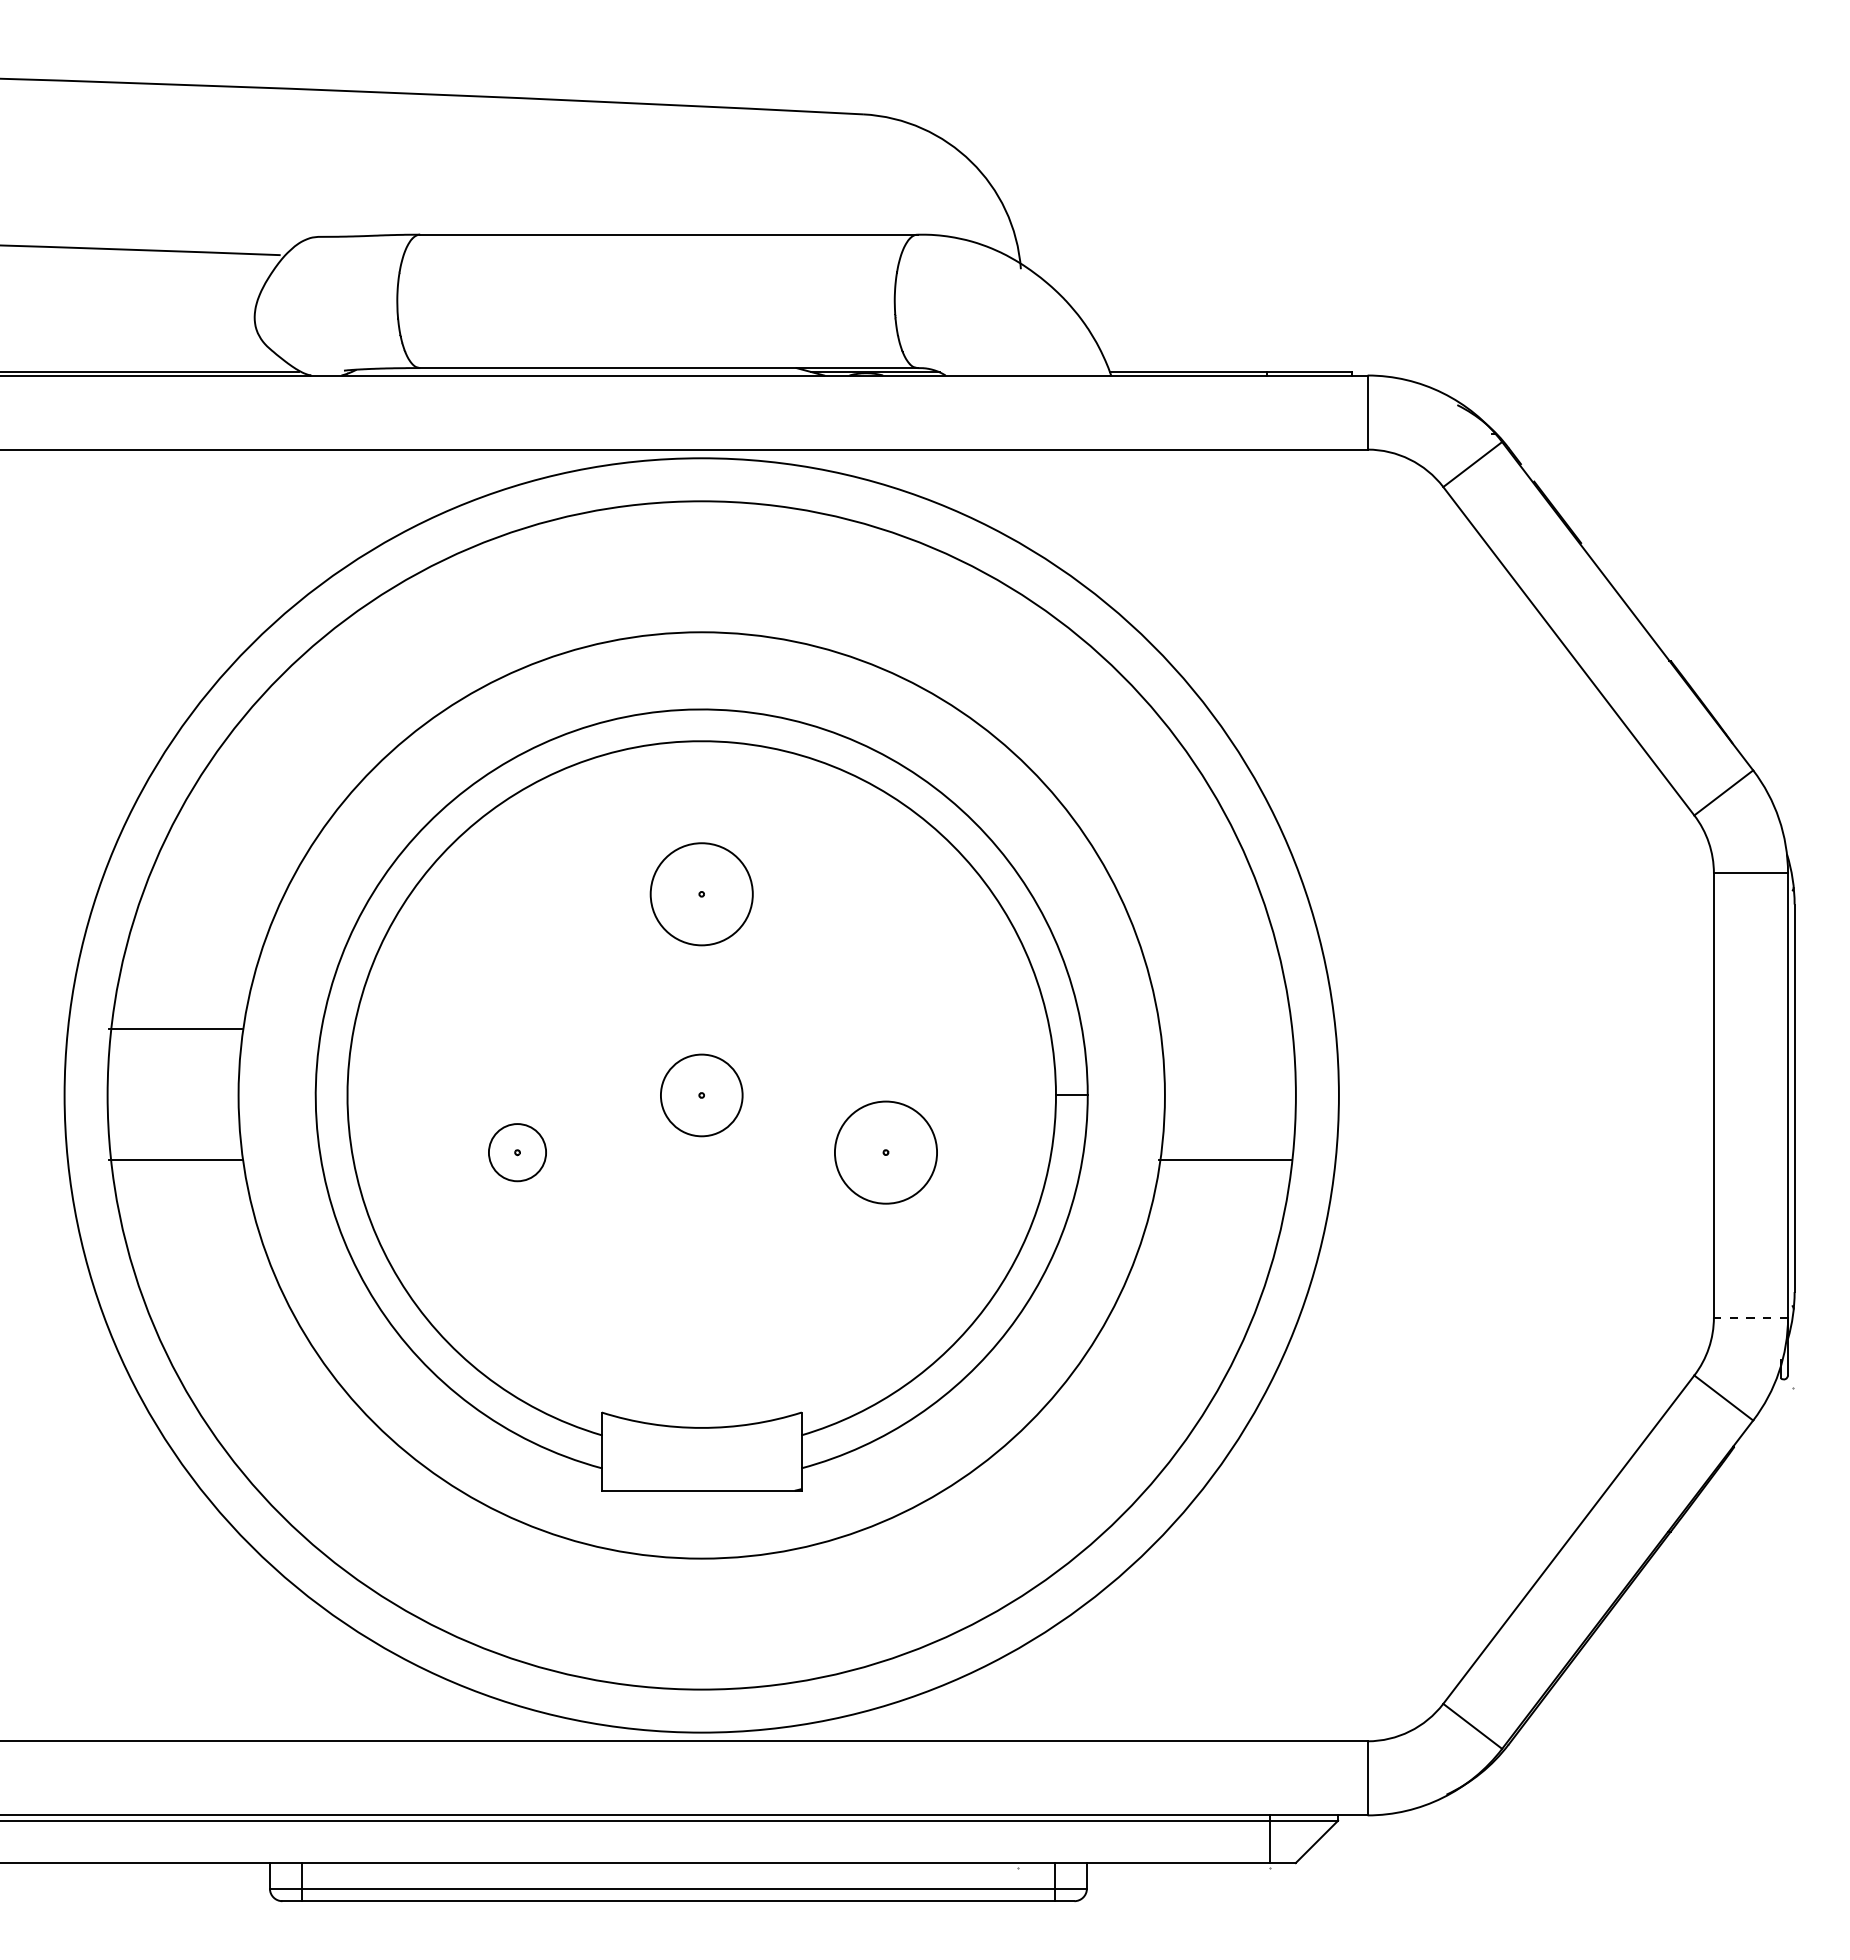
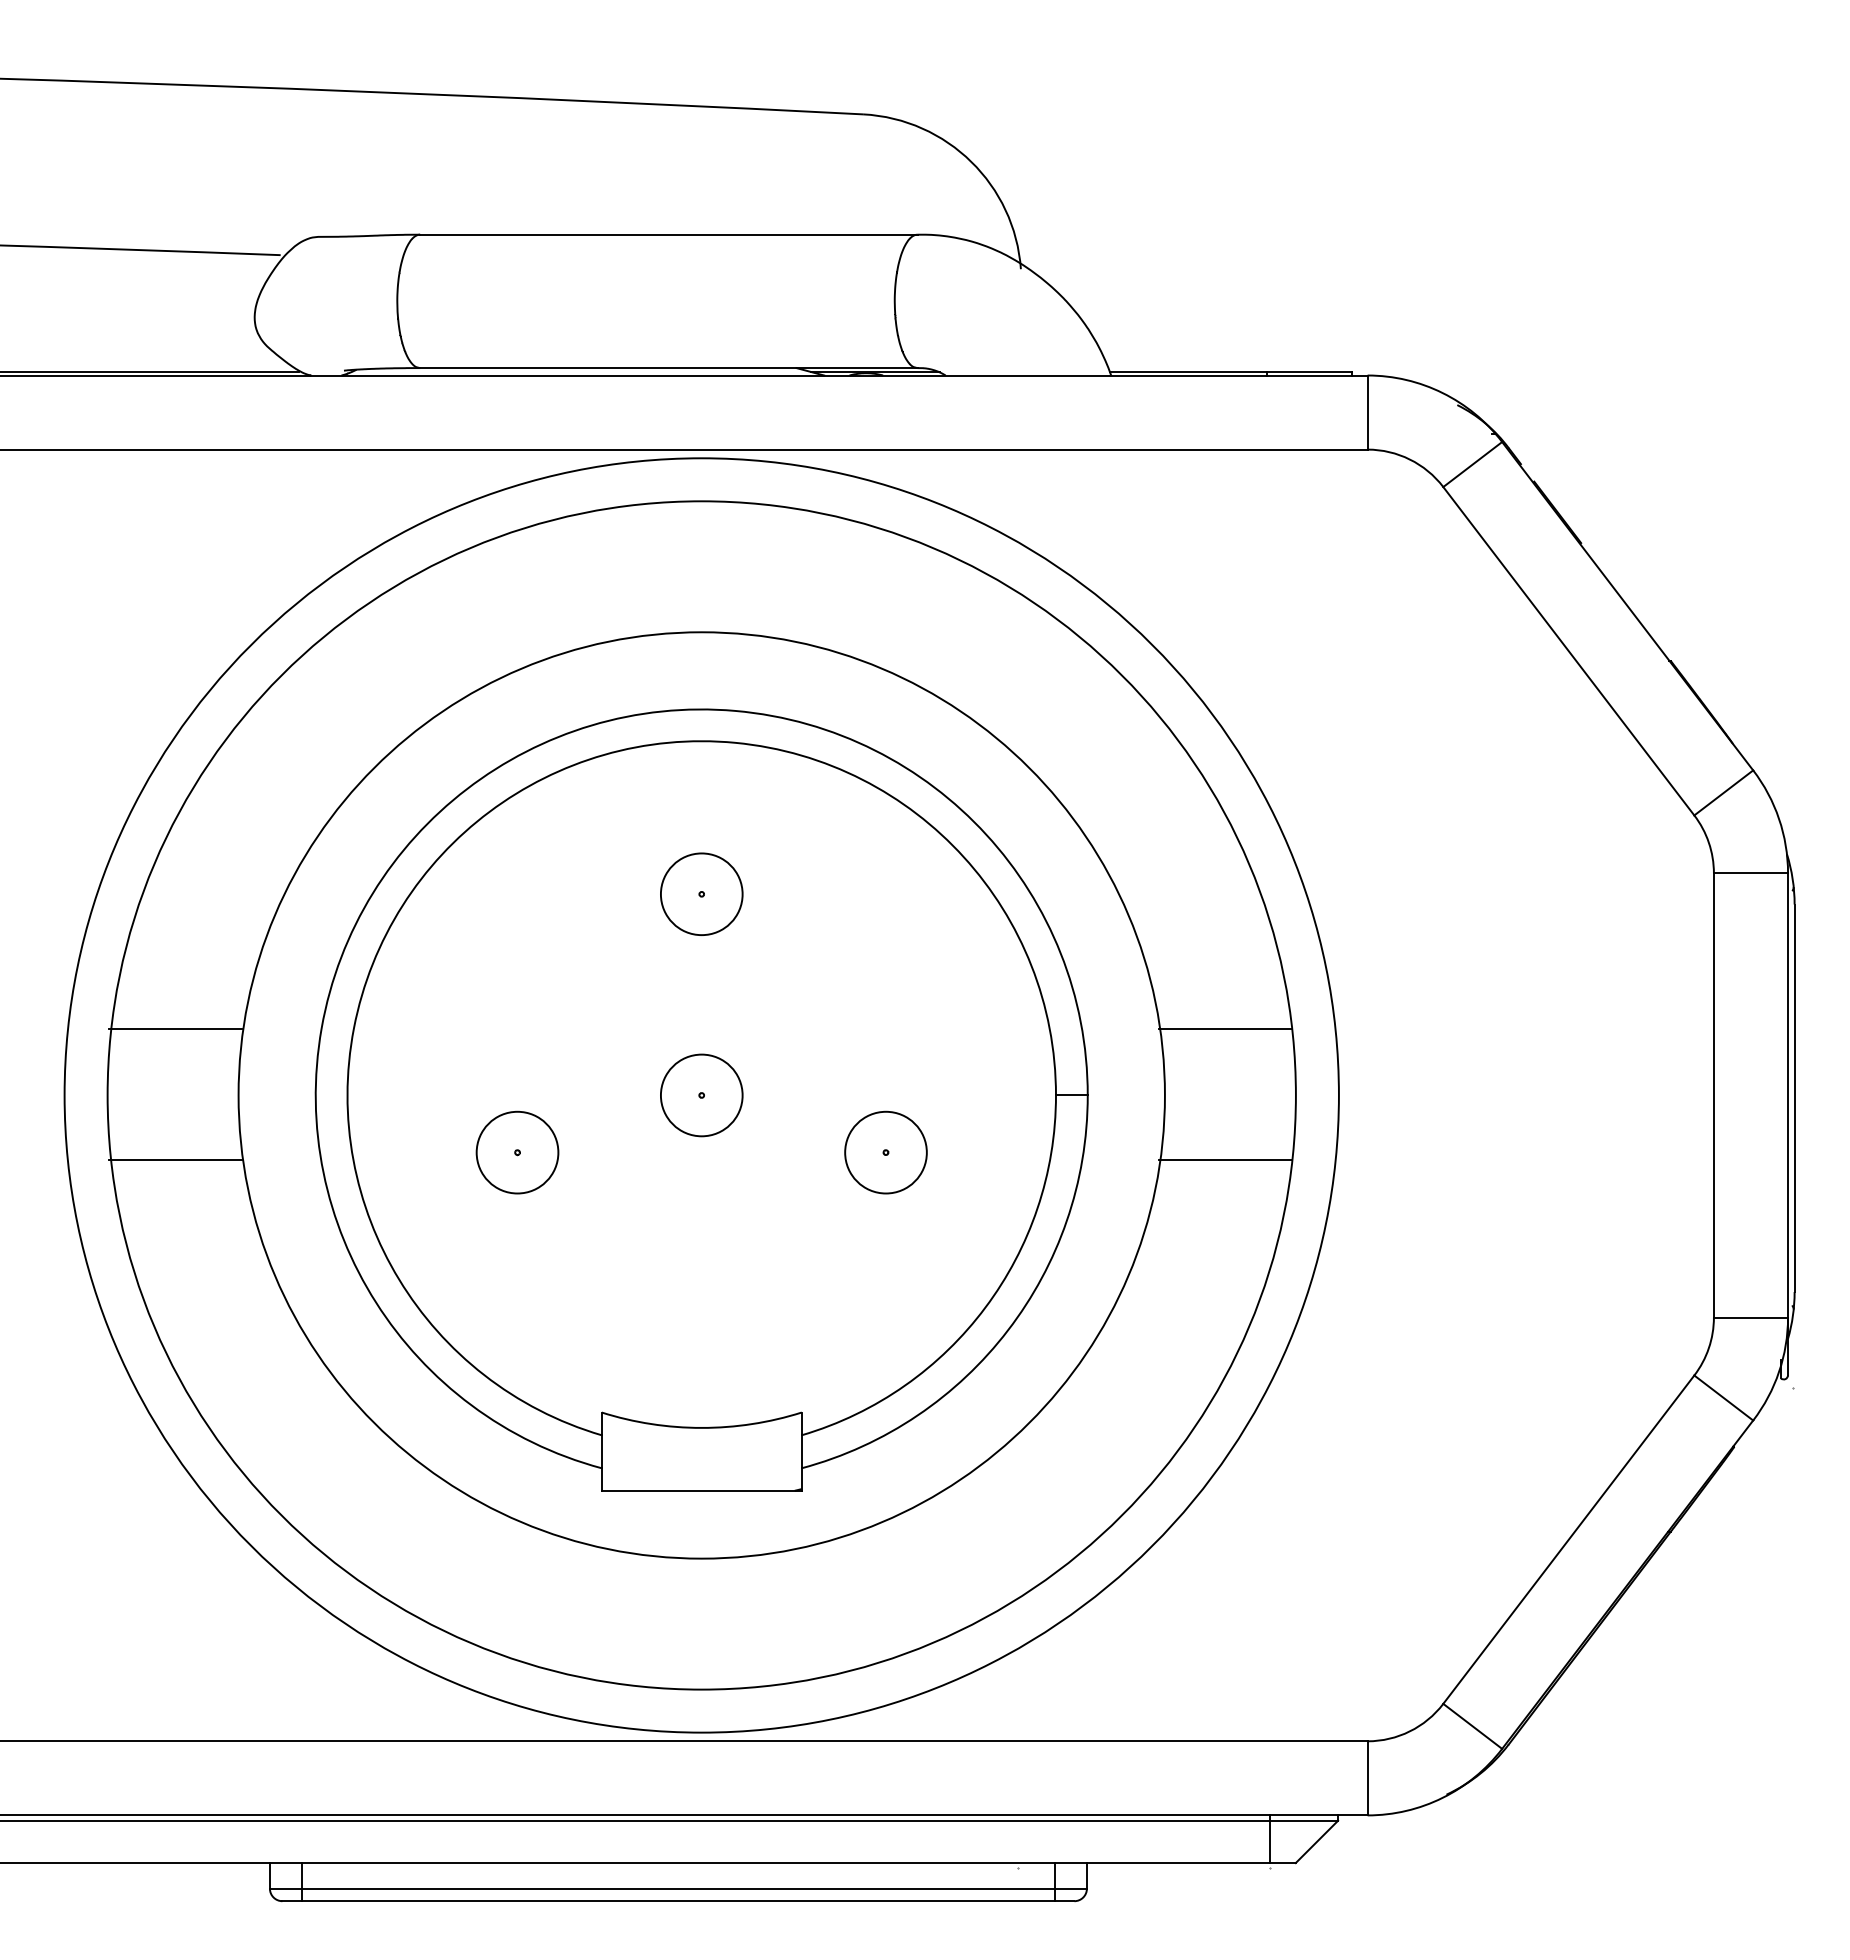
circle at (701, 894) diameter: 102 px -> 82 px
line at (1225, 1028): none -> present
circle at (517, 1152) diameter: 57 px -> 82 px
circle at (885, 1152) diameter: 102 px -> 82 px
line at (1750, 1317): dashed -> solid
